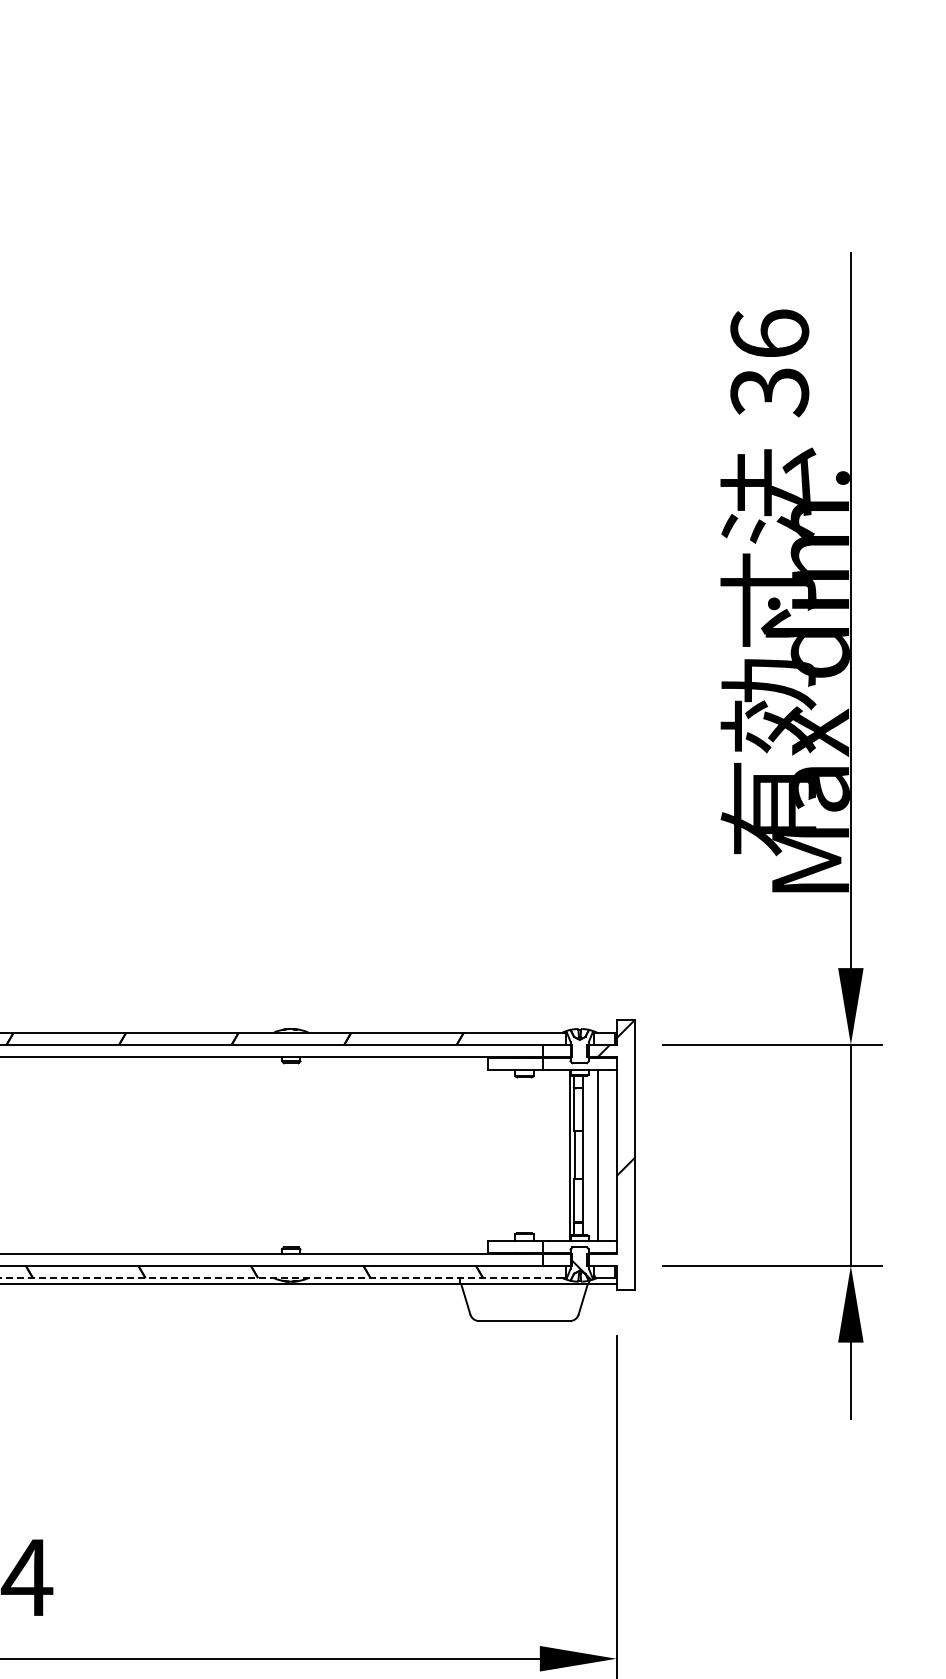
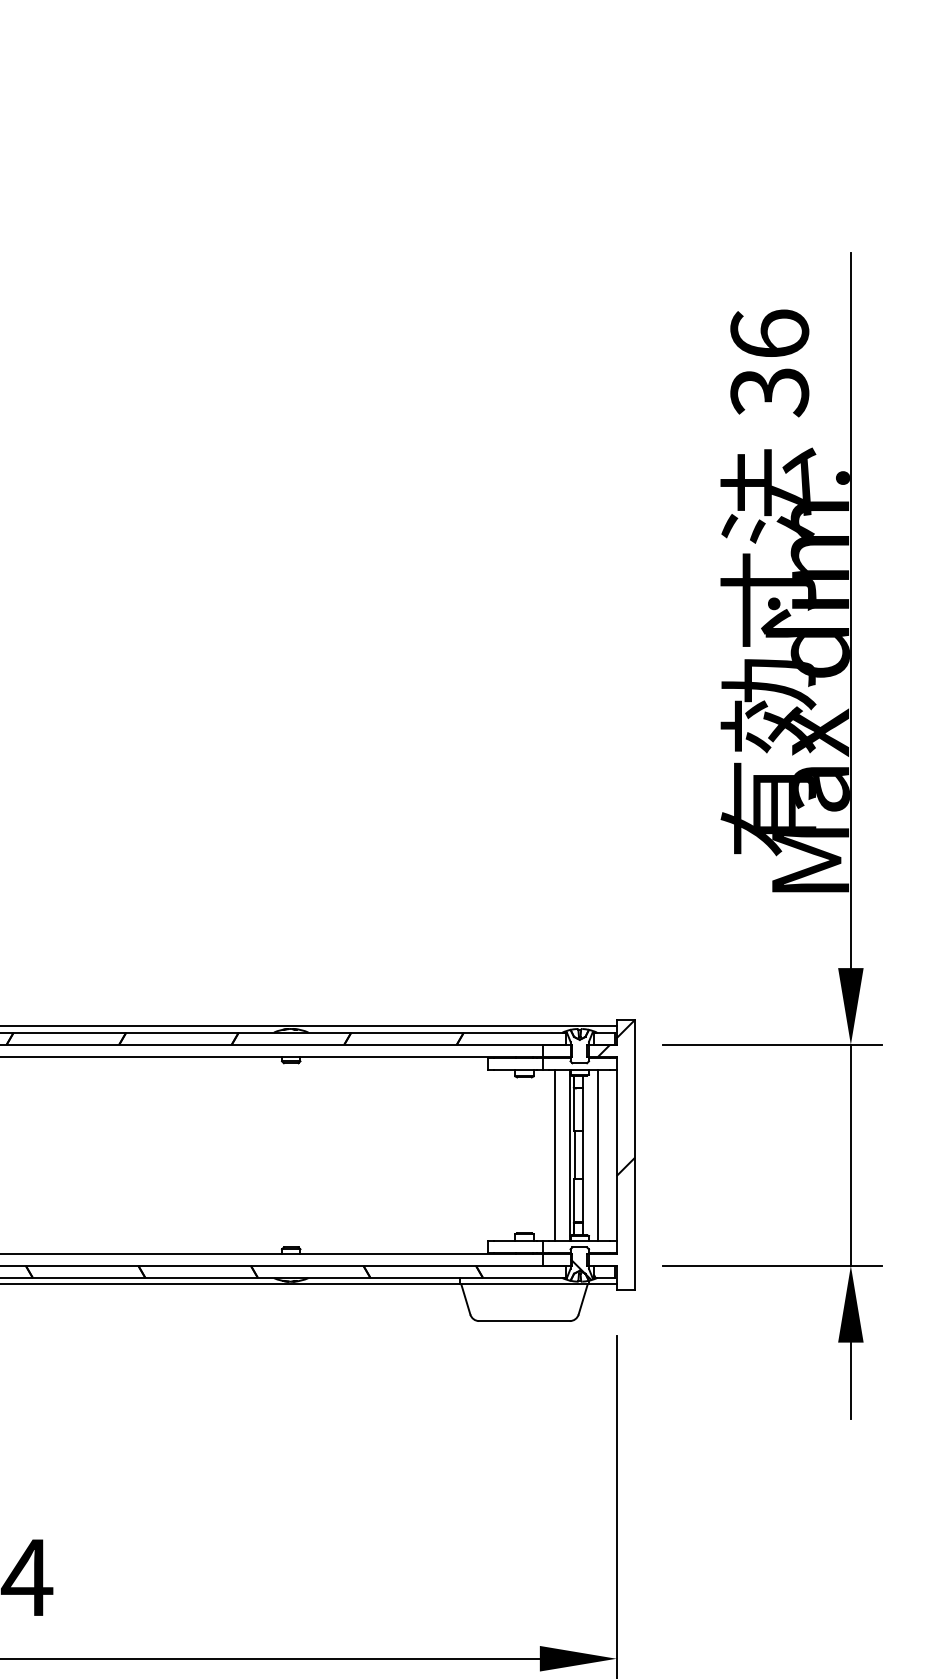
line at (309, 1026): none -> present
line at (555, 1155): none -> present
line at (283, 1278): dashed -> solid
